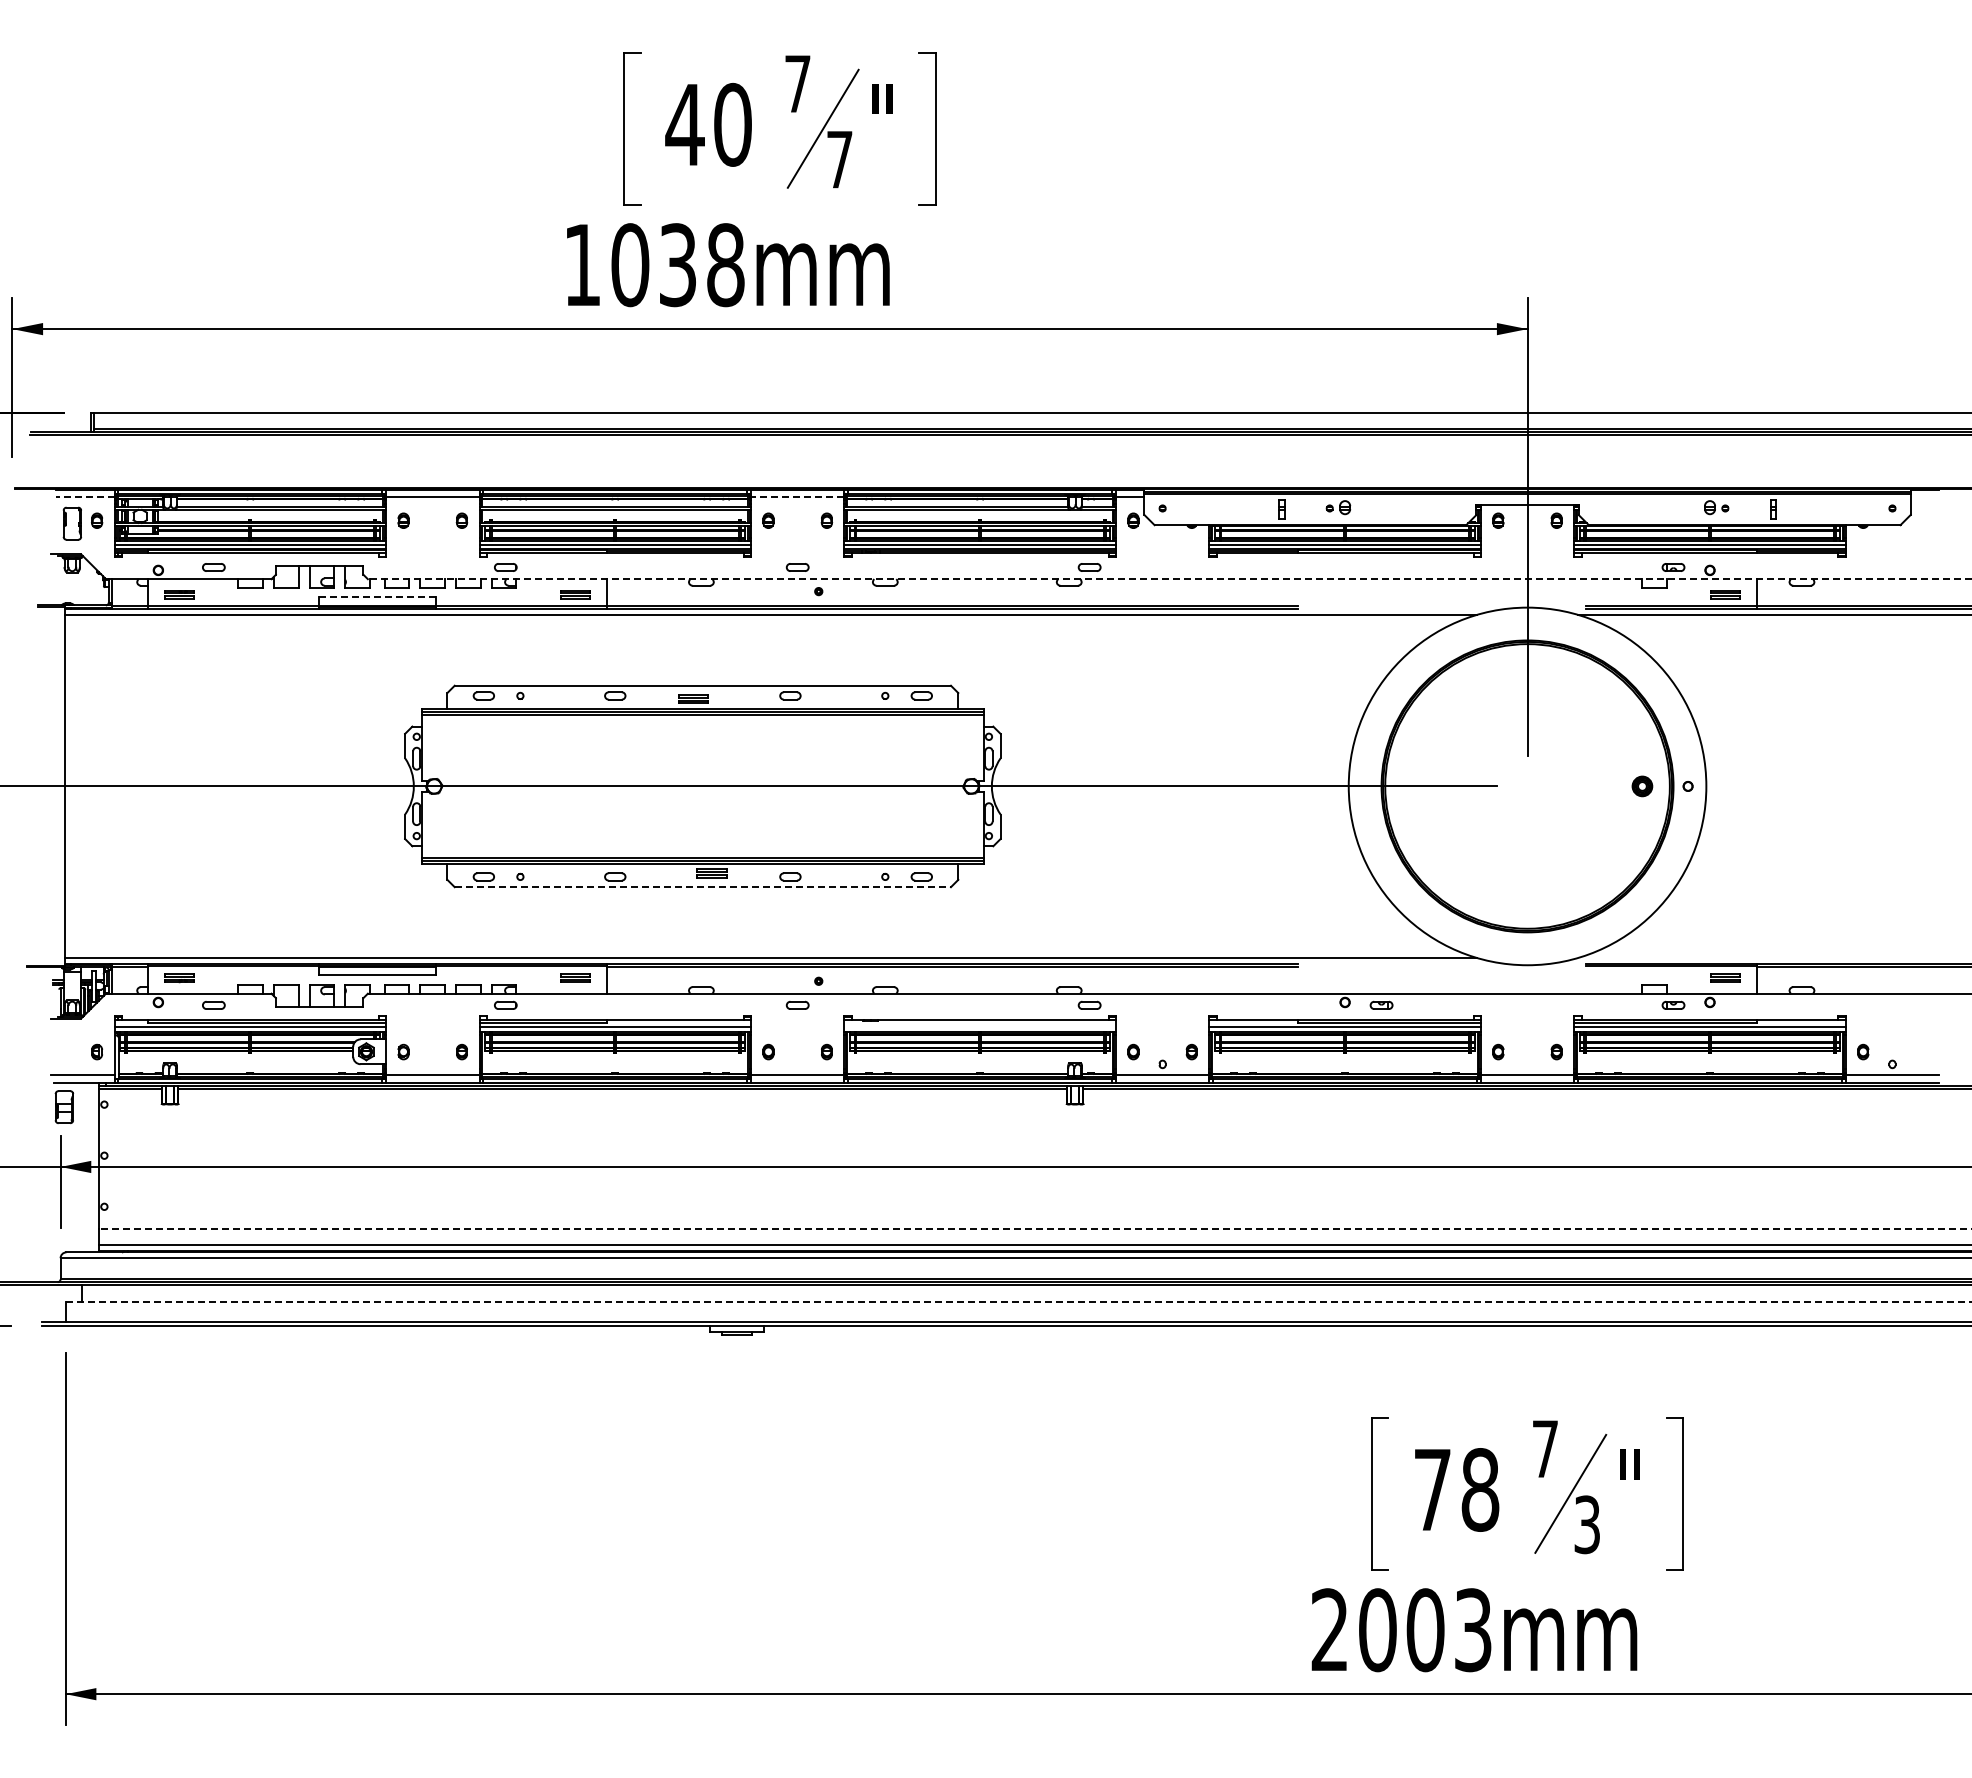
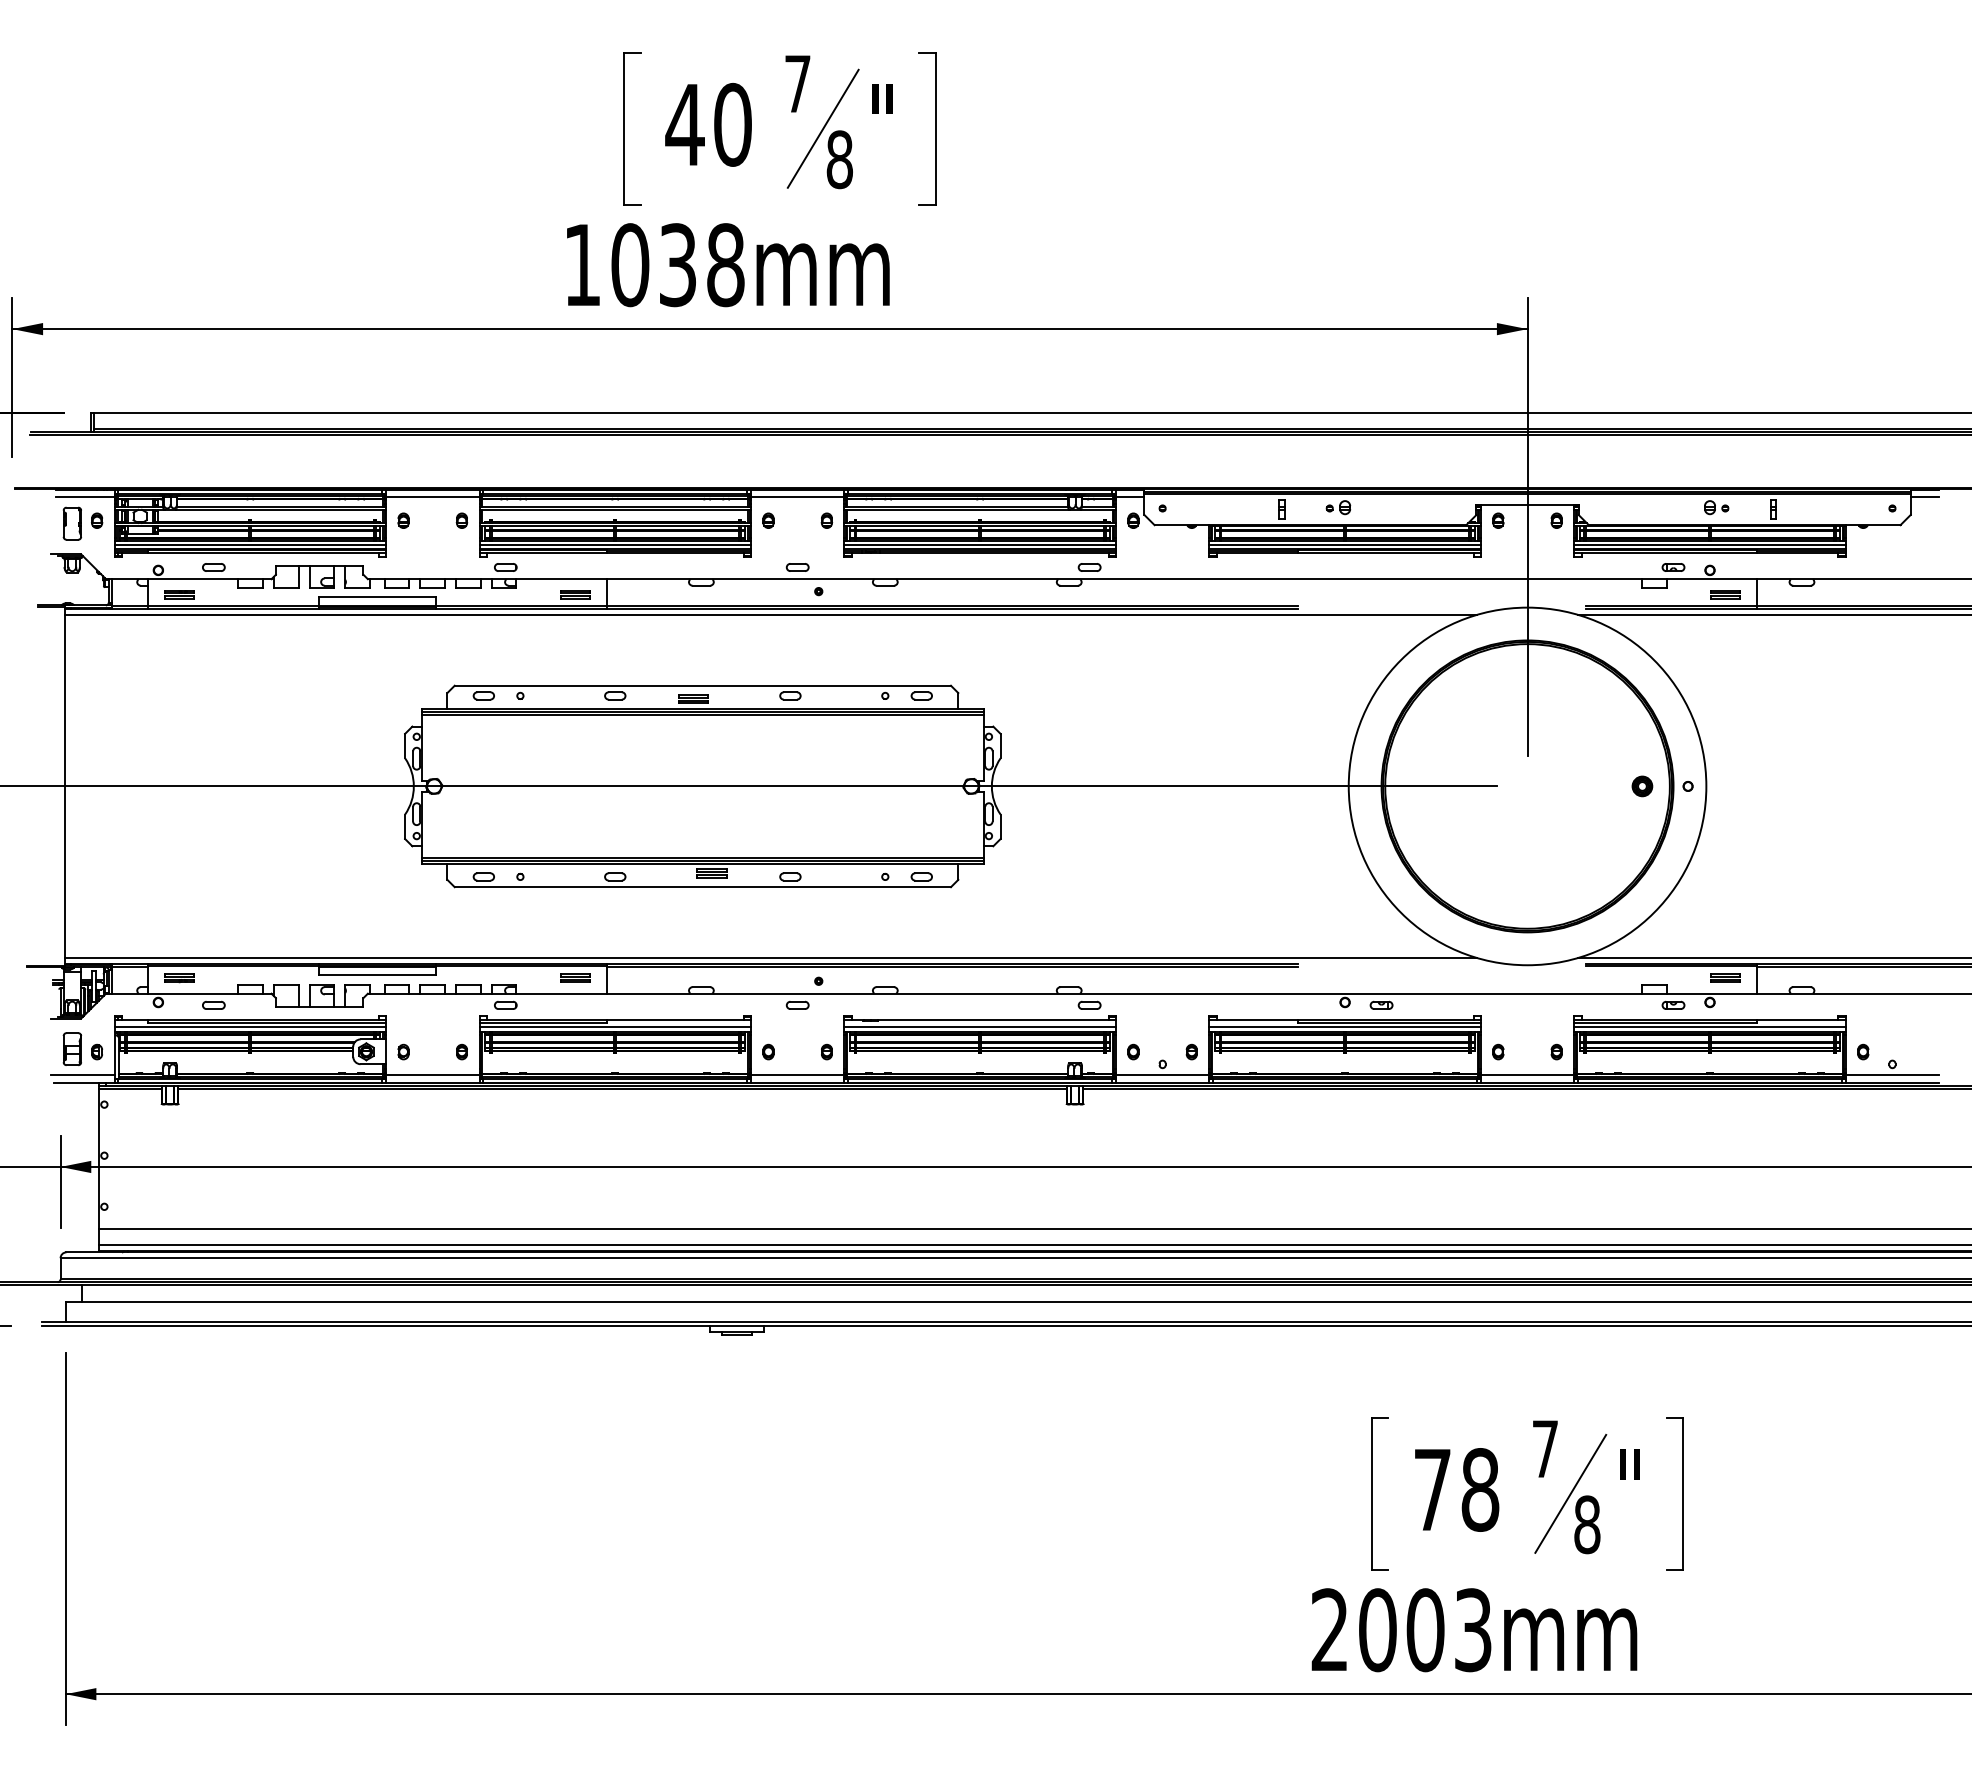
text at (839, 159): 7 -> 8
line at (84, 497): dashed -> solid
line at (797, 497): dashed -> solid
line at (1924, 497): none -> present
line at (1169, 579): dashed -> solid
line at (376, 597): dashed -> solid
line at (703, 887): dashed -> solid
line at (1773, 957): none -> present
line at (979, 1027): none -> present
part at (64, 1106) position: (64, 1106) -> (72, 1048)
line at (1034, 1228): dashed -> solid
line at (1018, 1302): dashed -> solid
text at (1587, 1524): 3 -> 8
